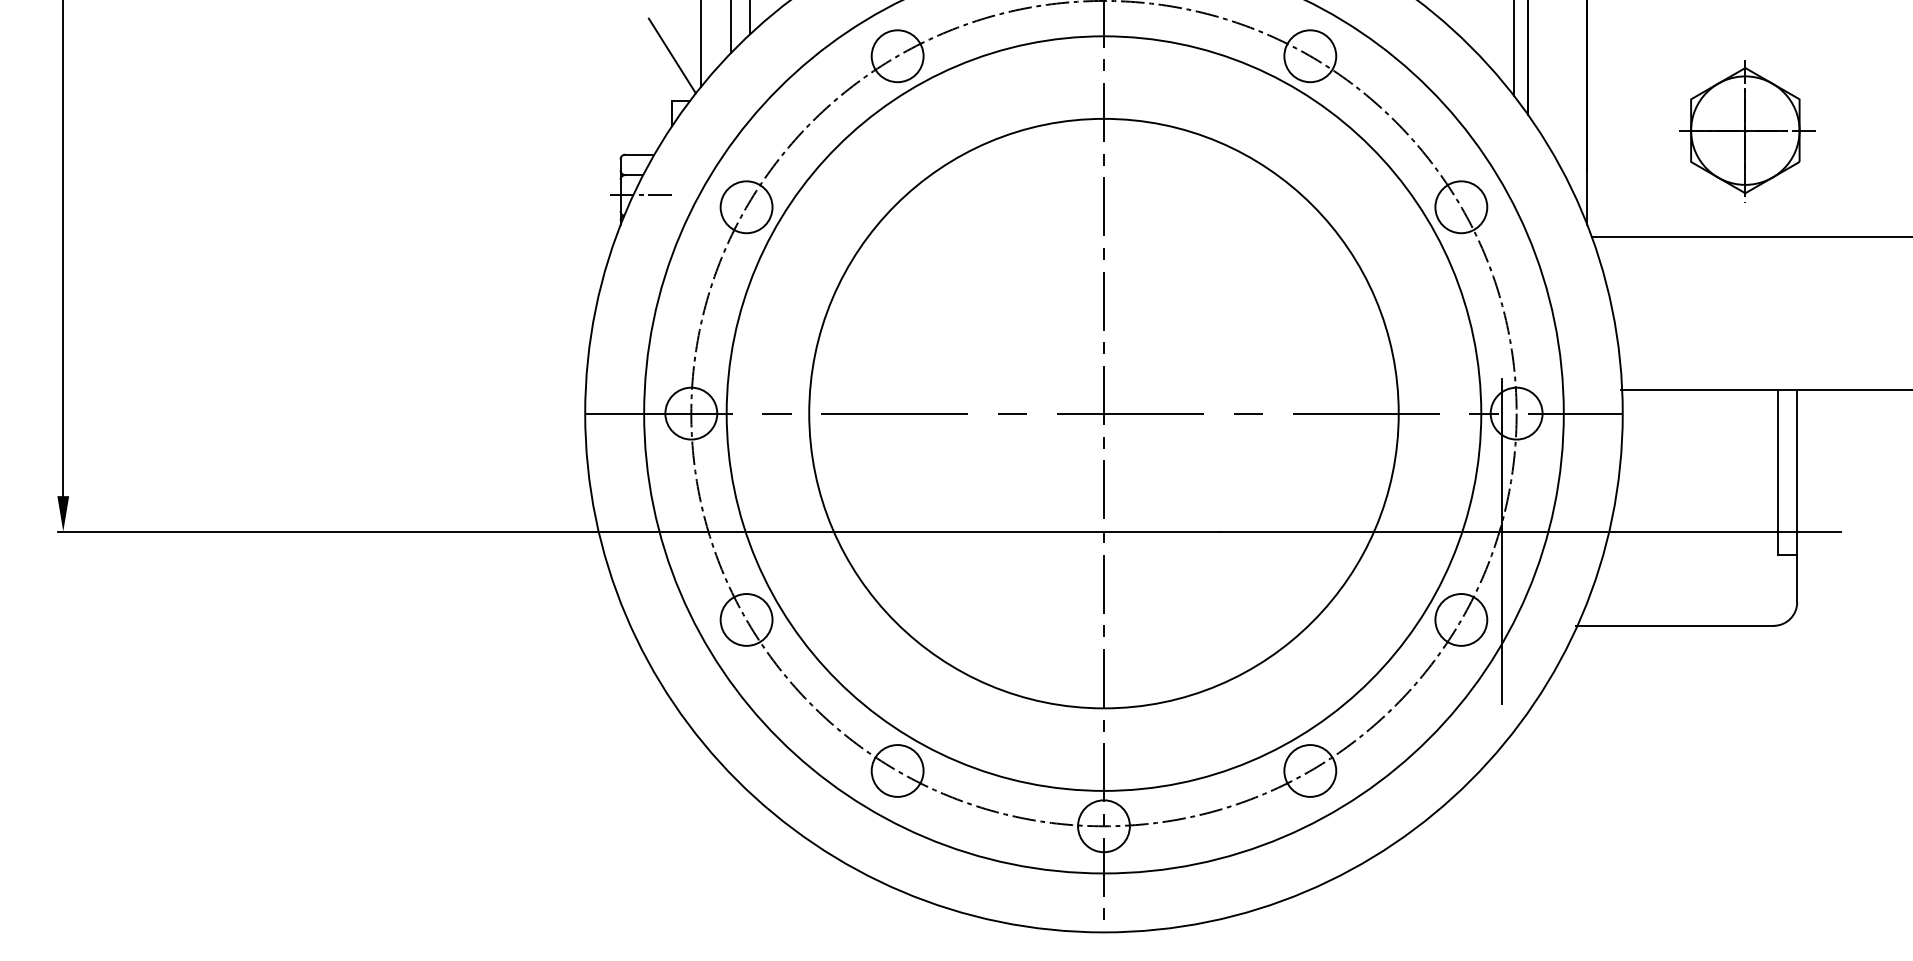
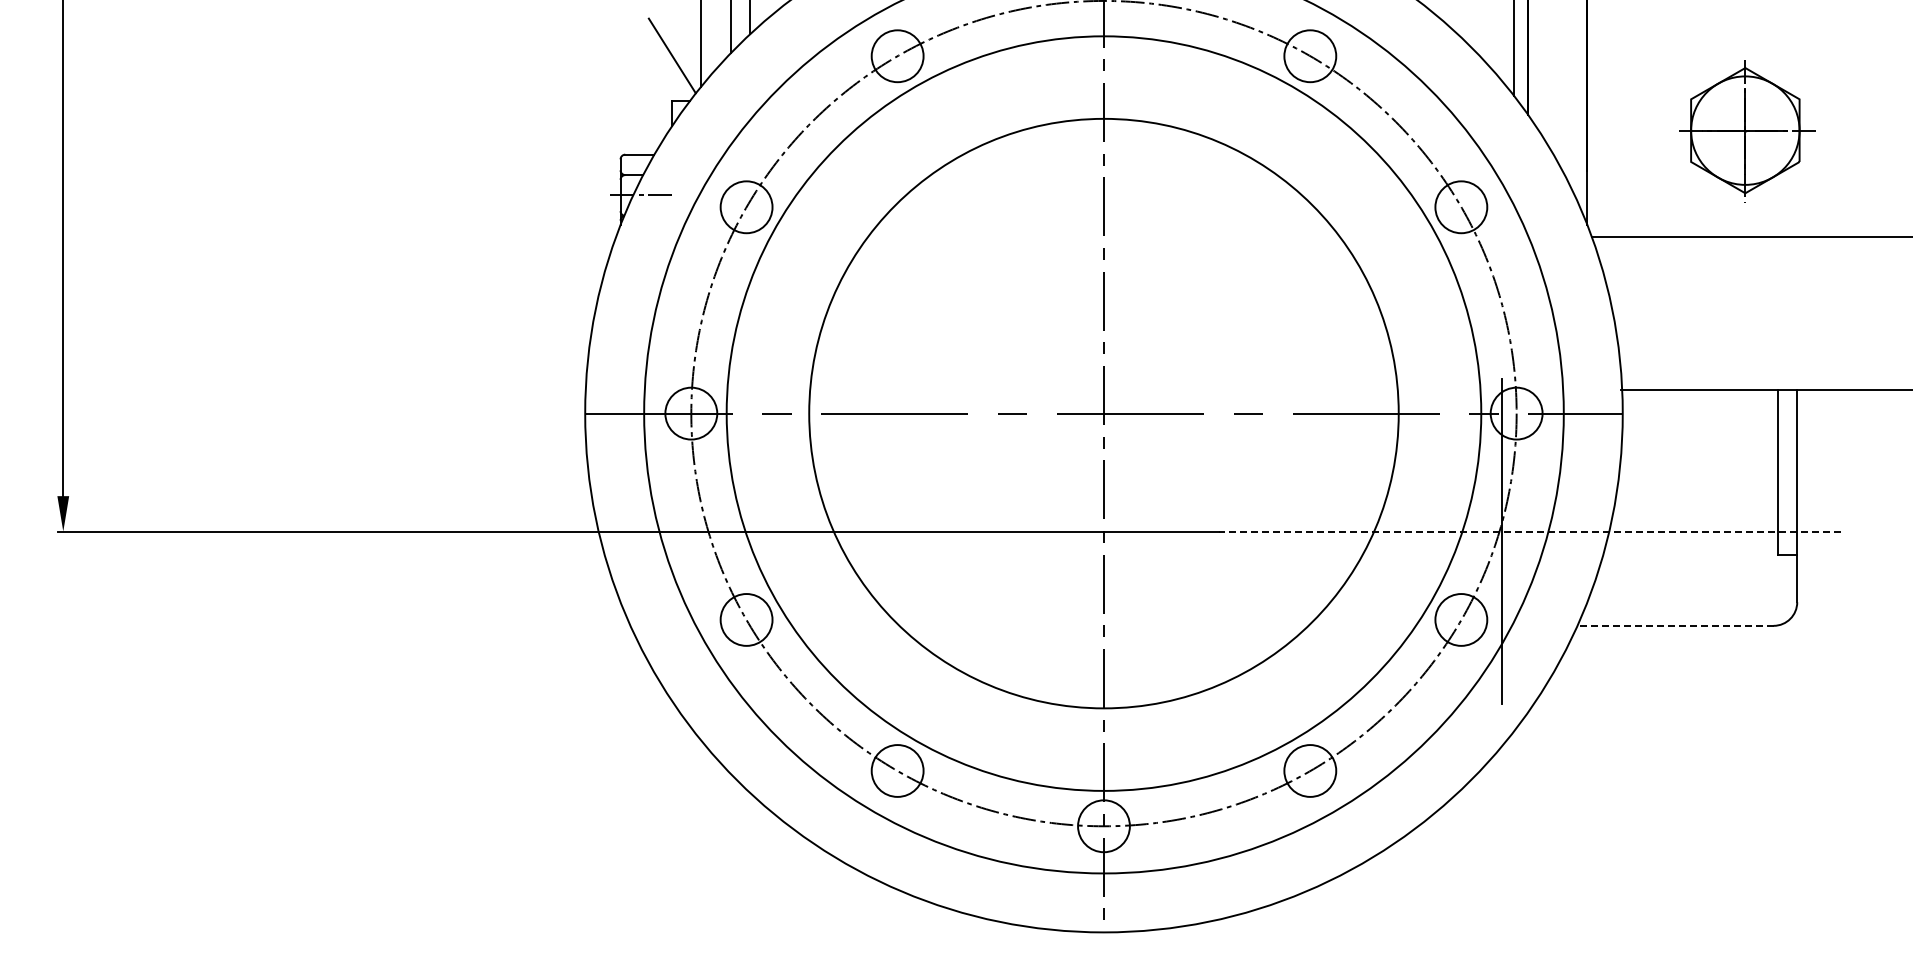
line at (1530, 531): solid -> dashed
line at (1674, 625): solid -> dashed
